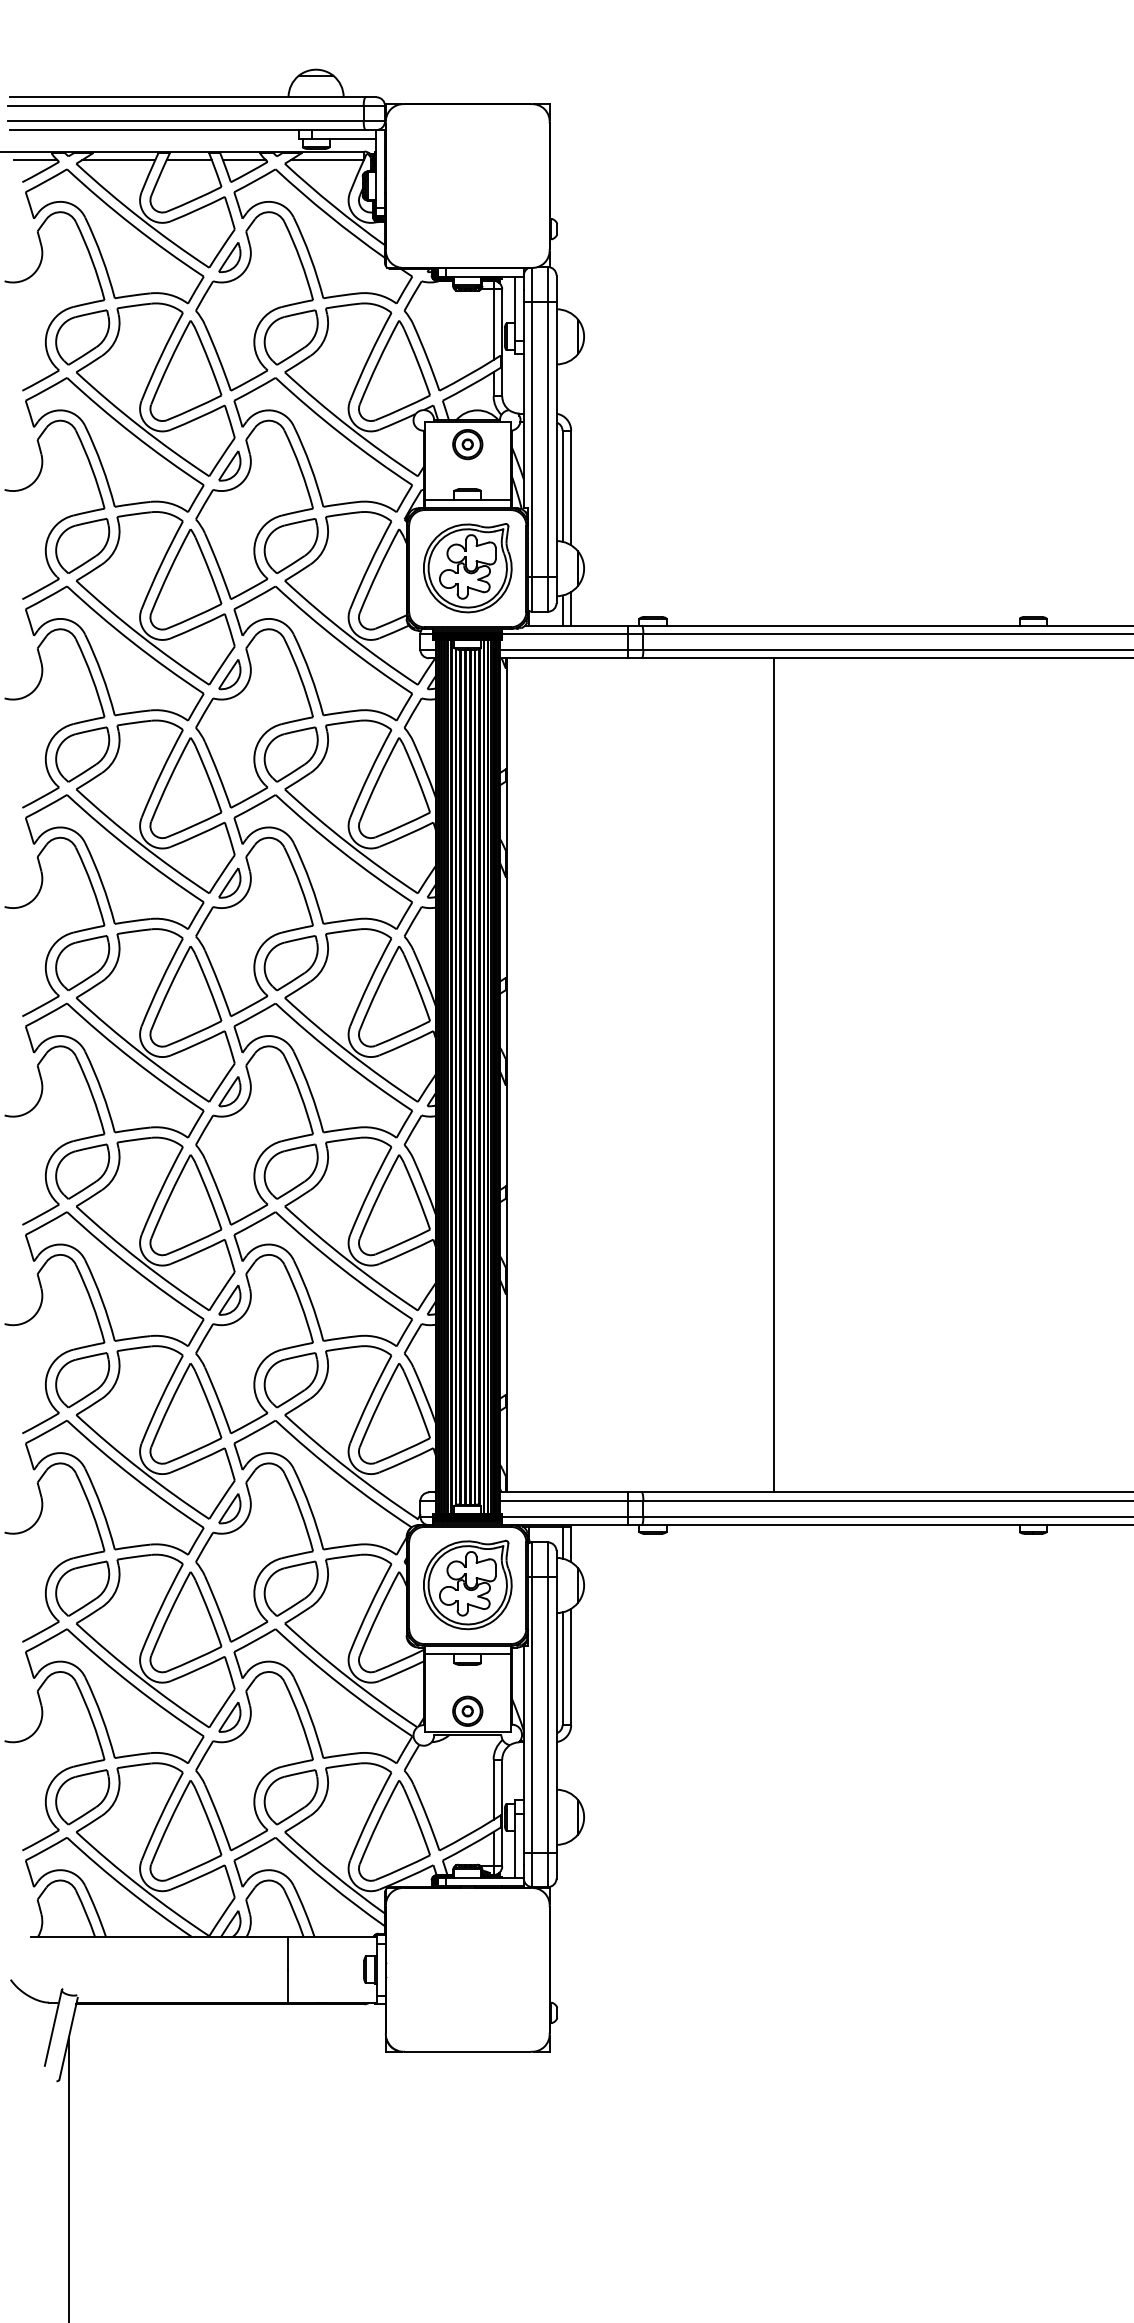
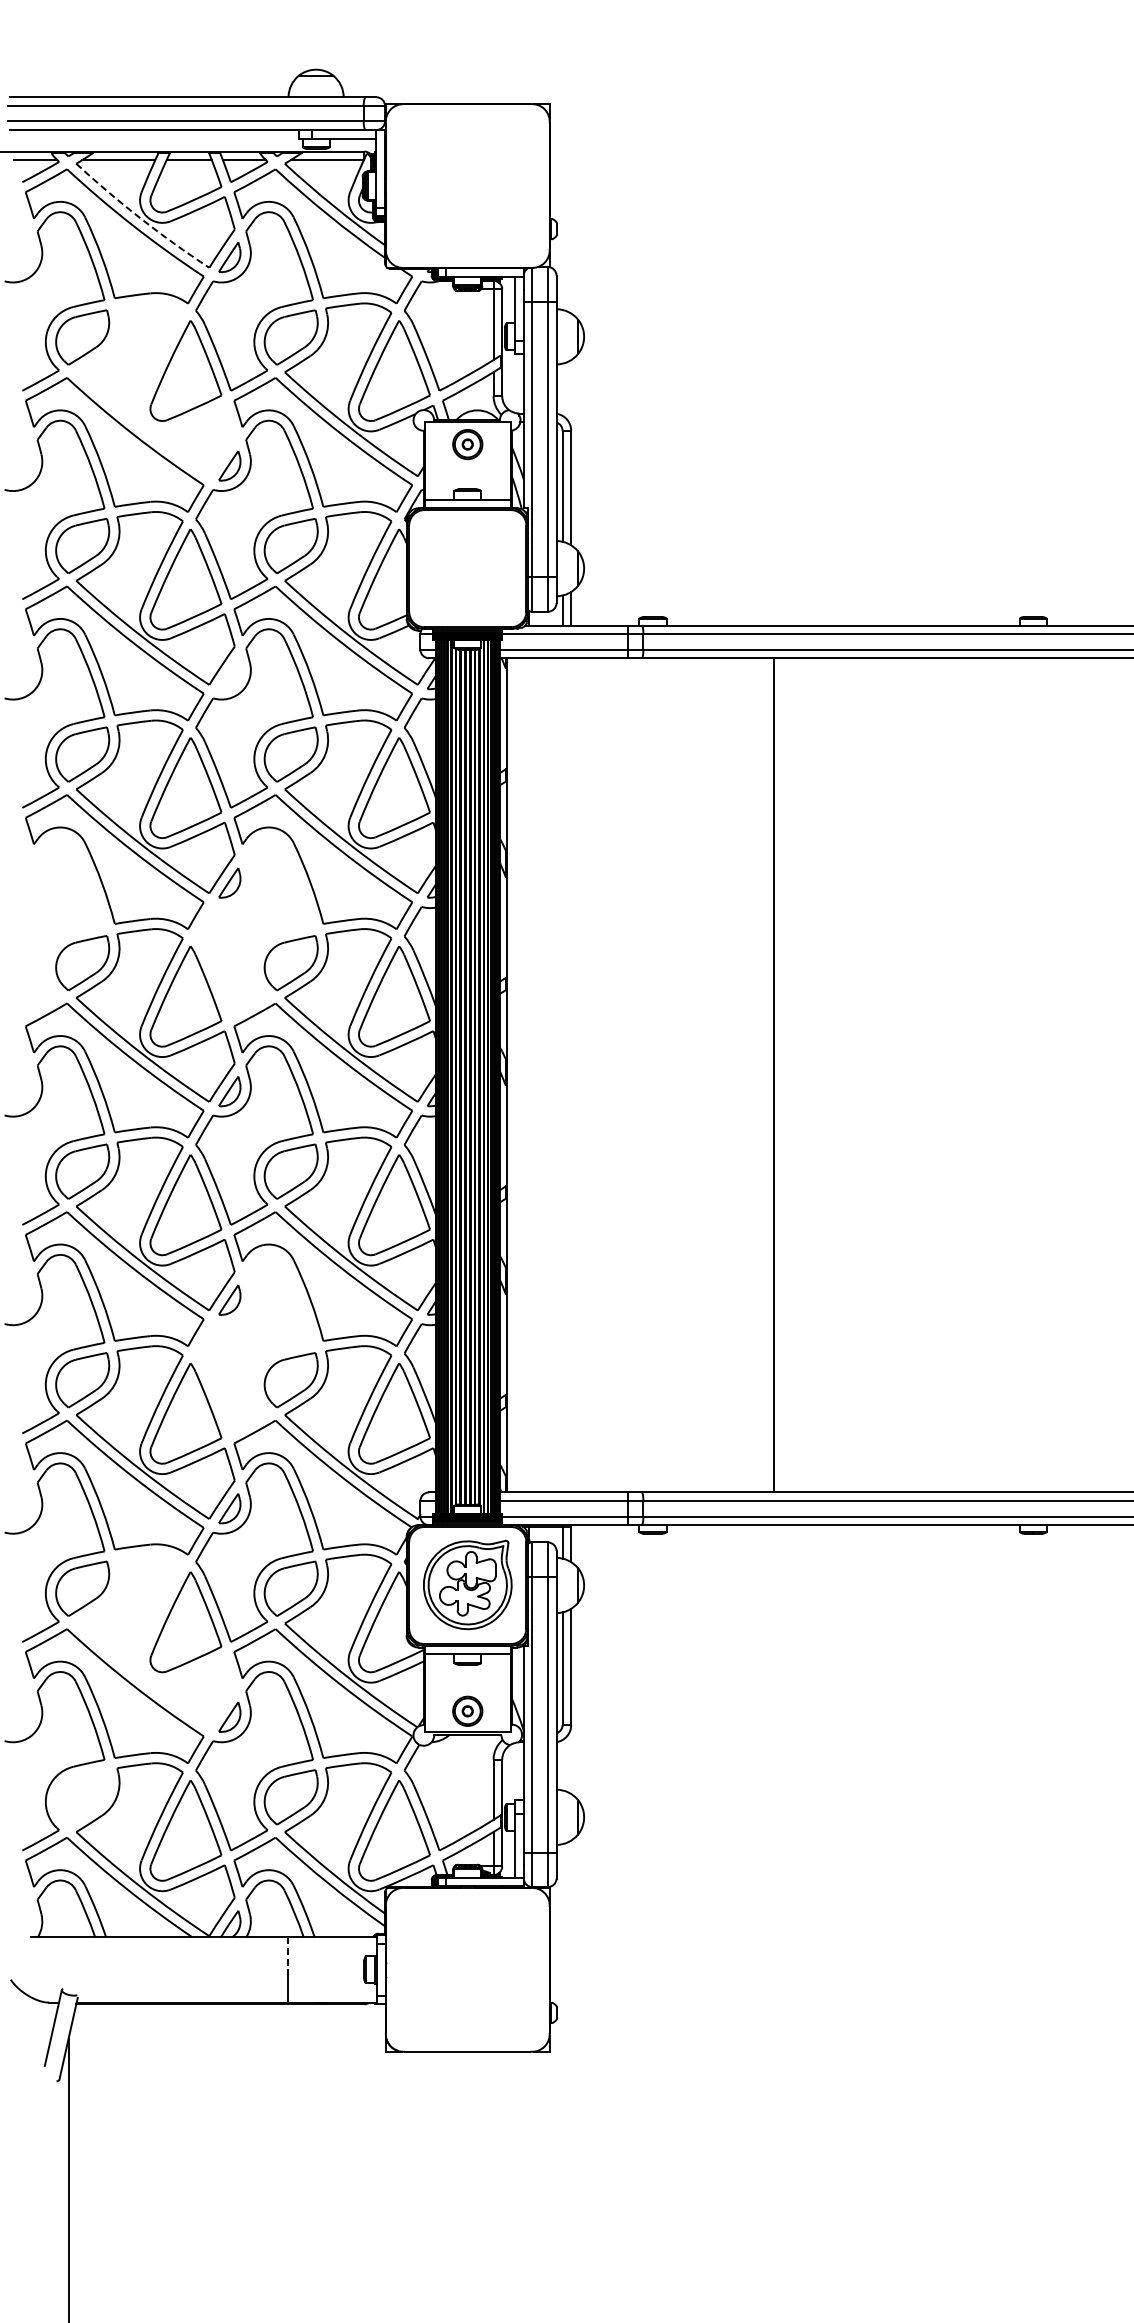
arc at (140, 218): solid -> dashed
part at (148, 387): present -> none
part at (467, 568): present -> none
part at (229, 674): present -> none
part at (254, 926): present -> none
part at (61, 936): present -> none
part at (254, 1344): present -> none
part at (149, 1636): present -> none
part at (82, 1797): present -> none
line at (287, 1953): solid -> dashed
